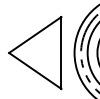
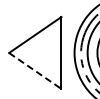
line at (35, 70): solid -> dashed
